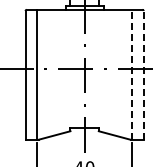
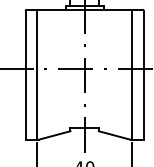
line at (131, 74): dashed -> solid
line at (143, 74): dashed -> solid
